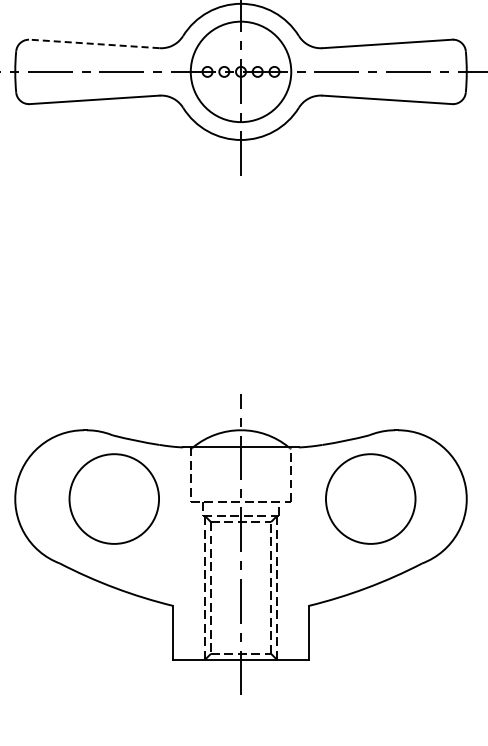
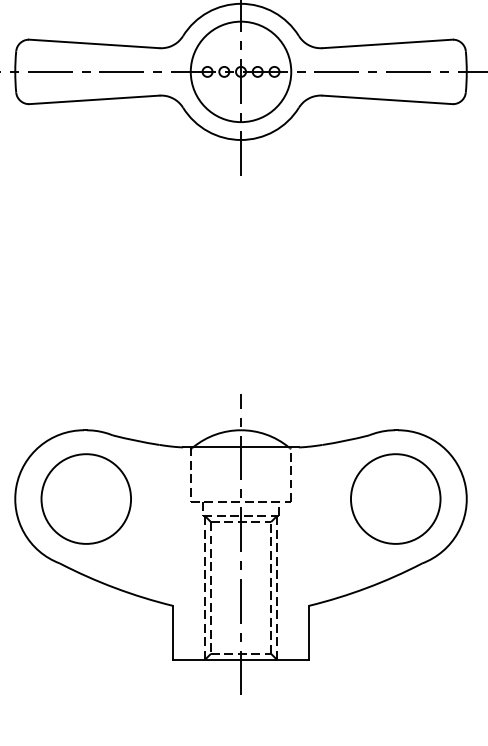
line at (93, 43): dashed -> solid
part at (113, 498) position: (113, 498) -> (85, 498)
part at (370, 498) position: (370, 498) -> (395, 498)
